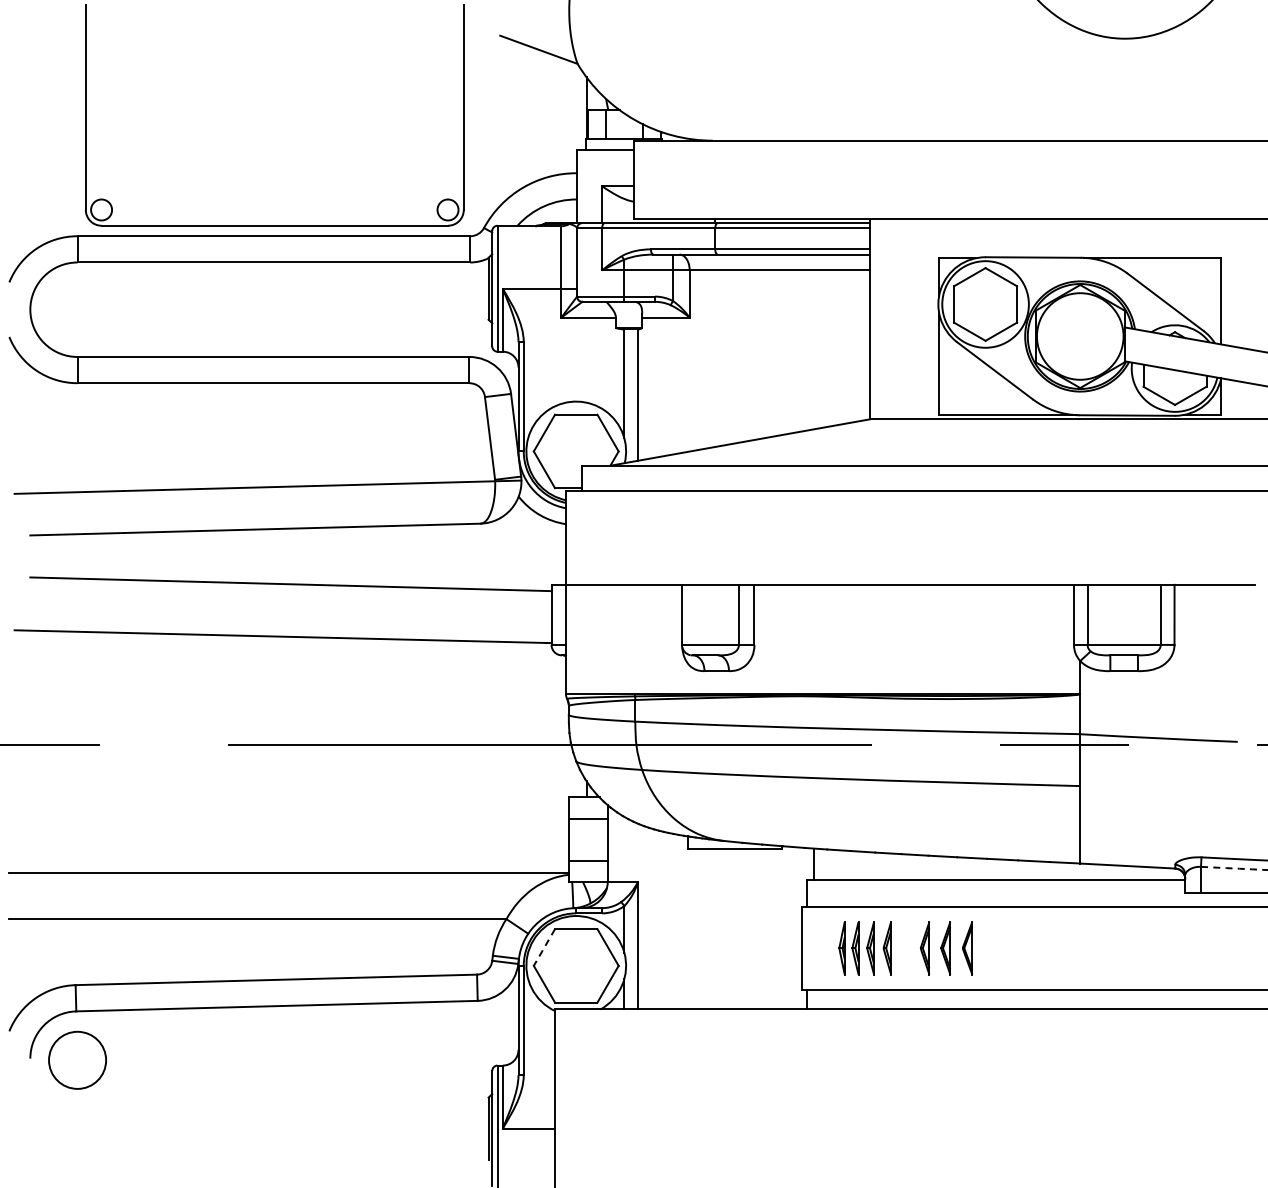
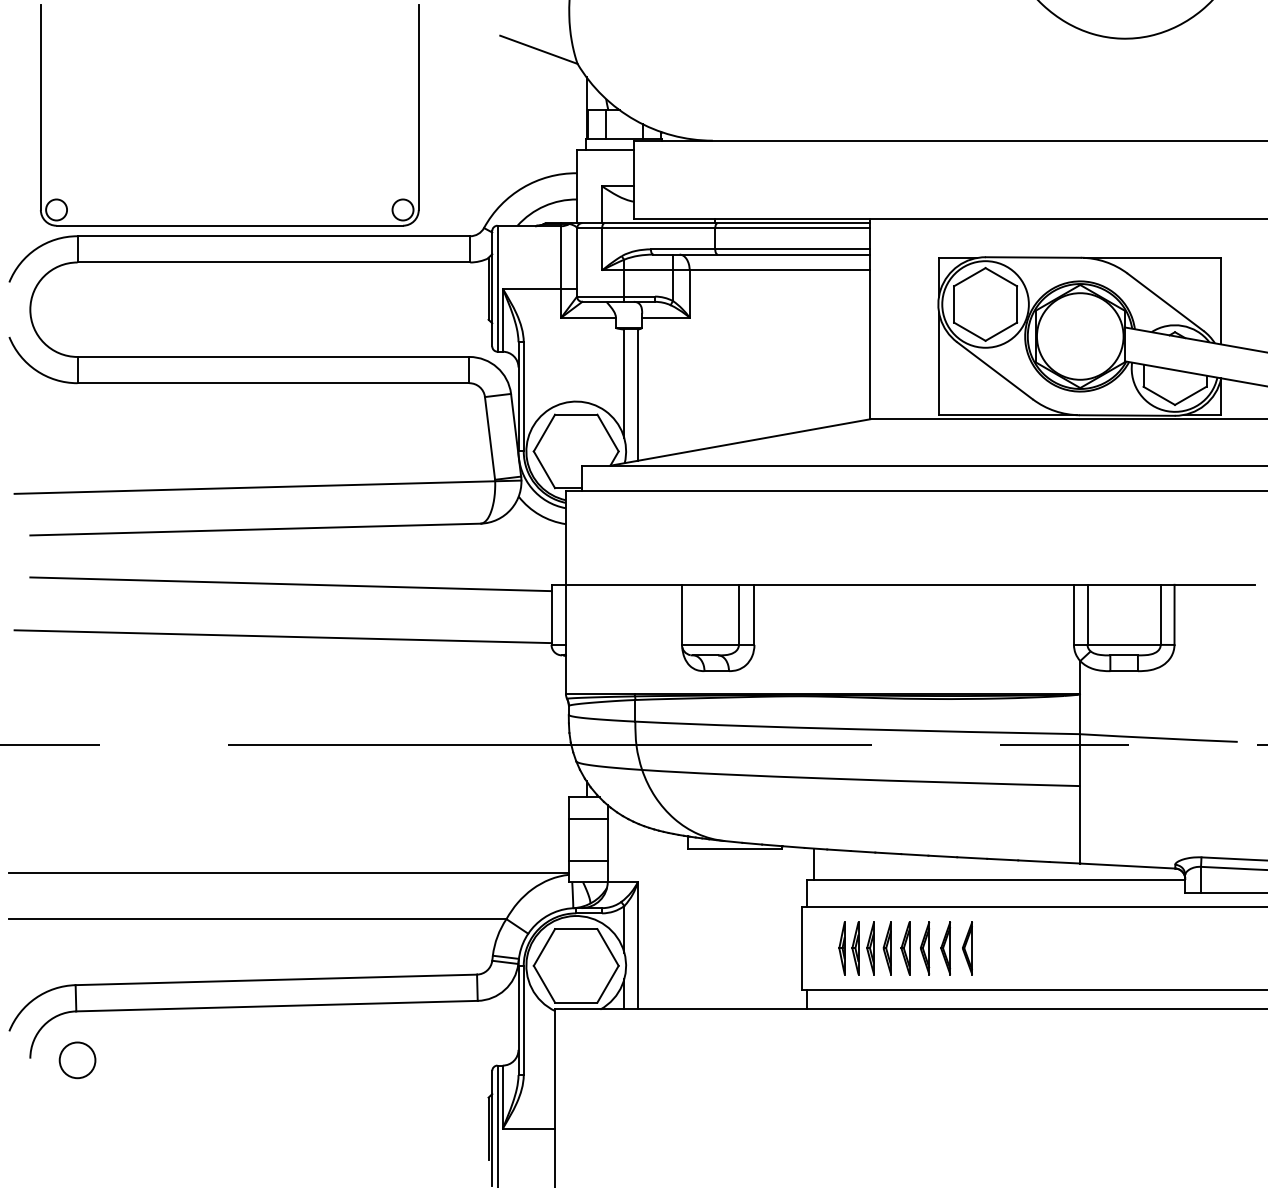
part at (274, 225) position: (274, 225) -> (229, 225)
arc at (1235, 868): dashed -> solid
line at (544, 947): dashed -> solid
part at (905, 948): none -> present
circle at (77, 1059) diameter: 57 px -> 36 px
